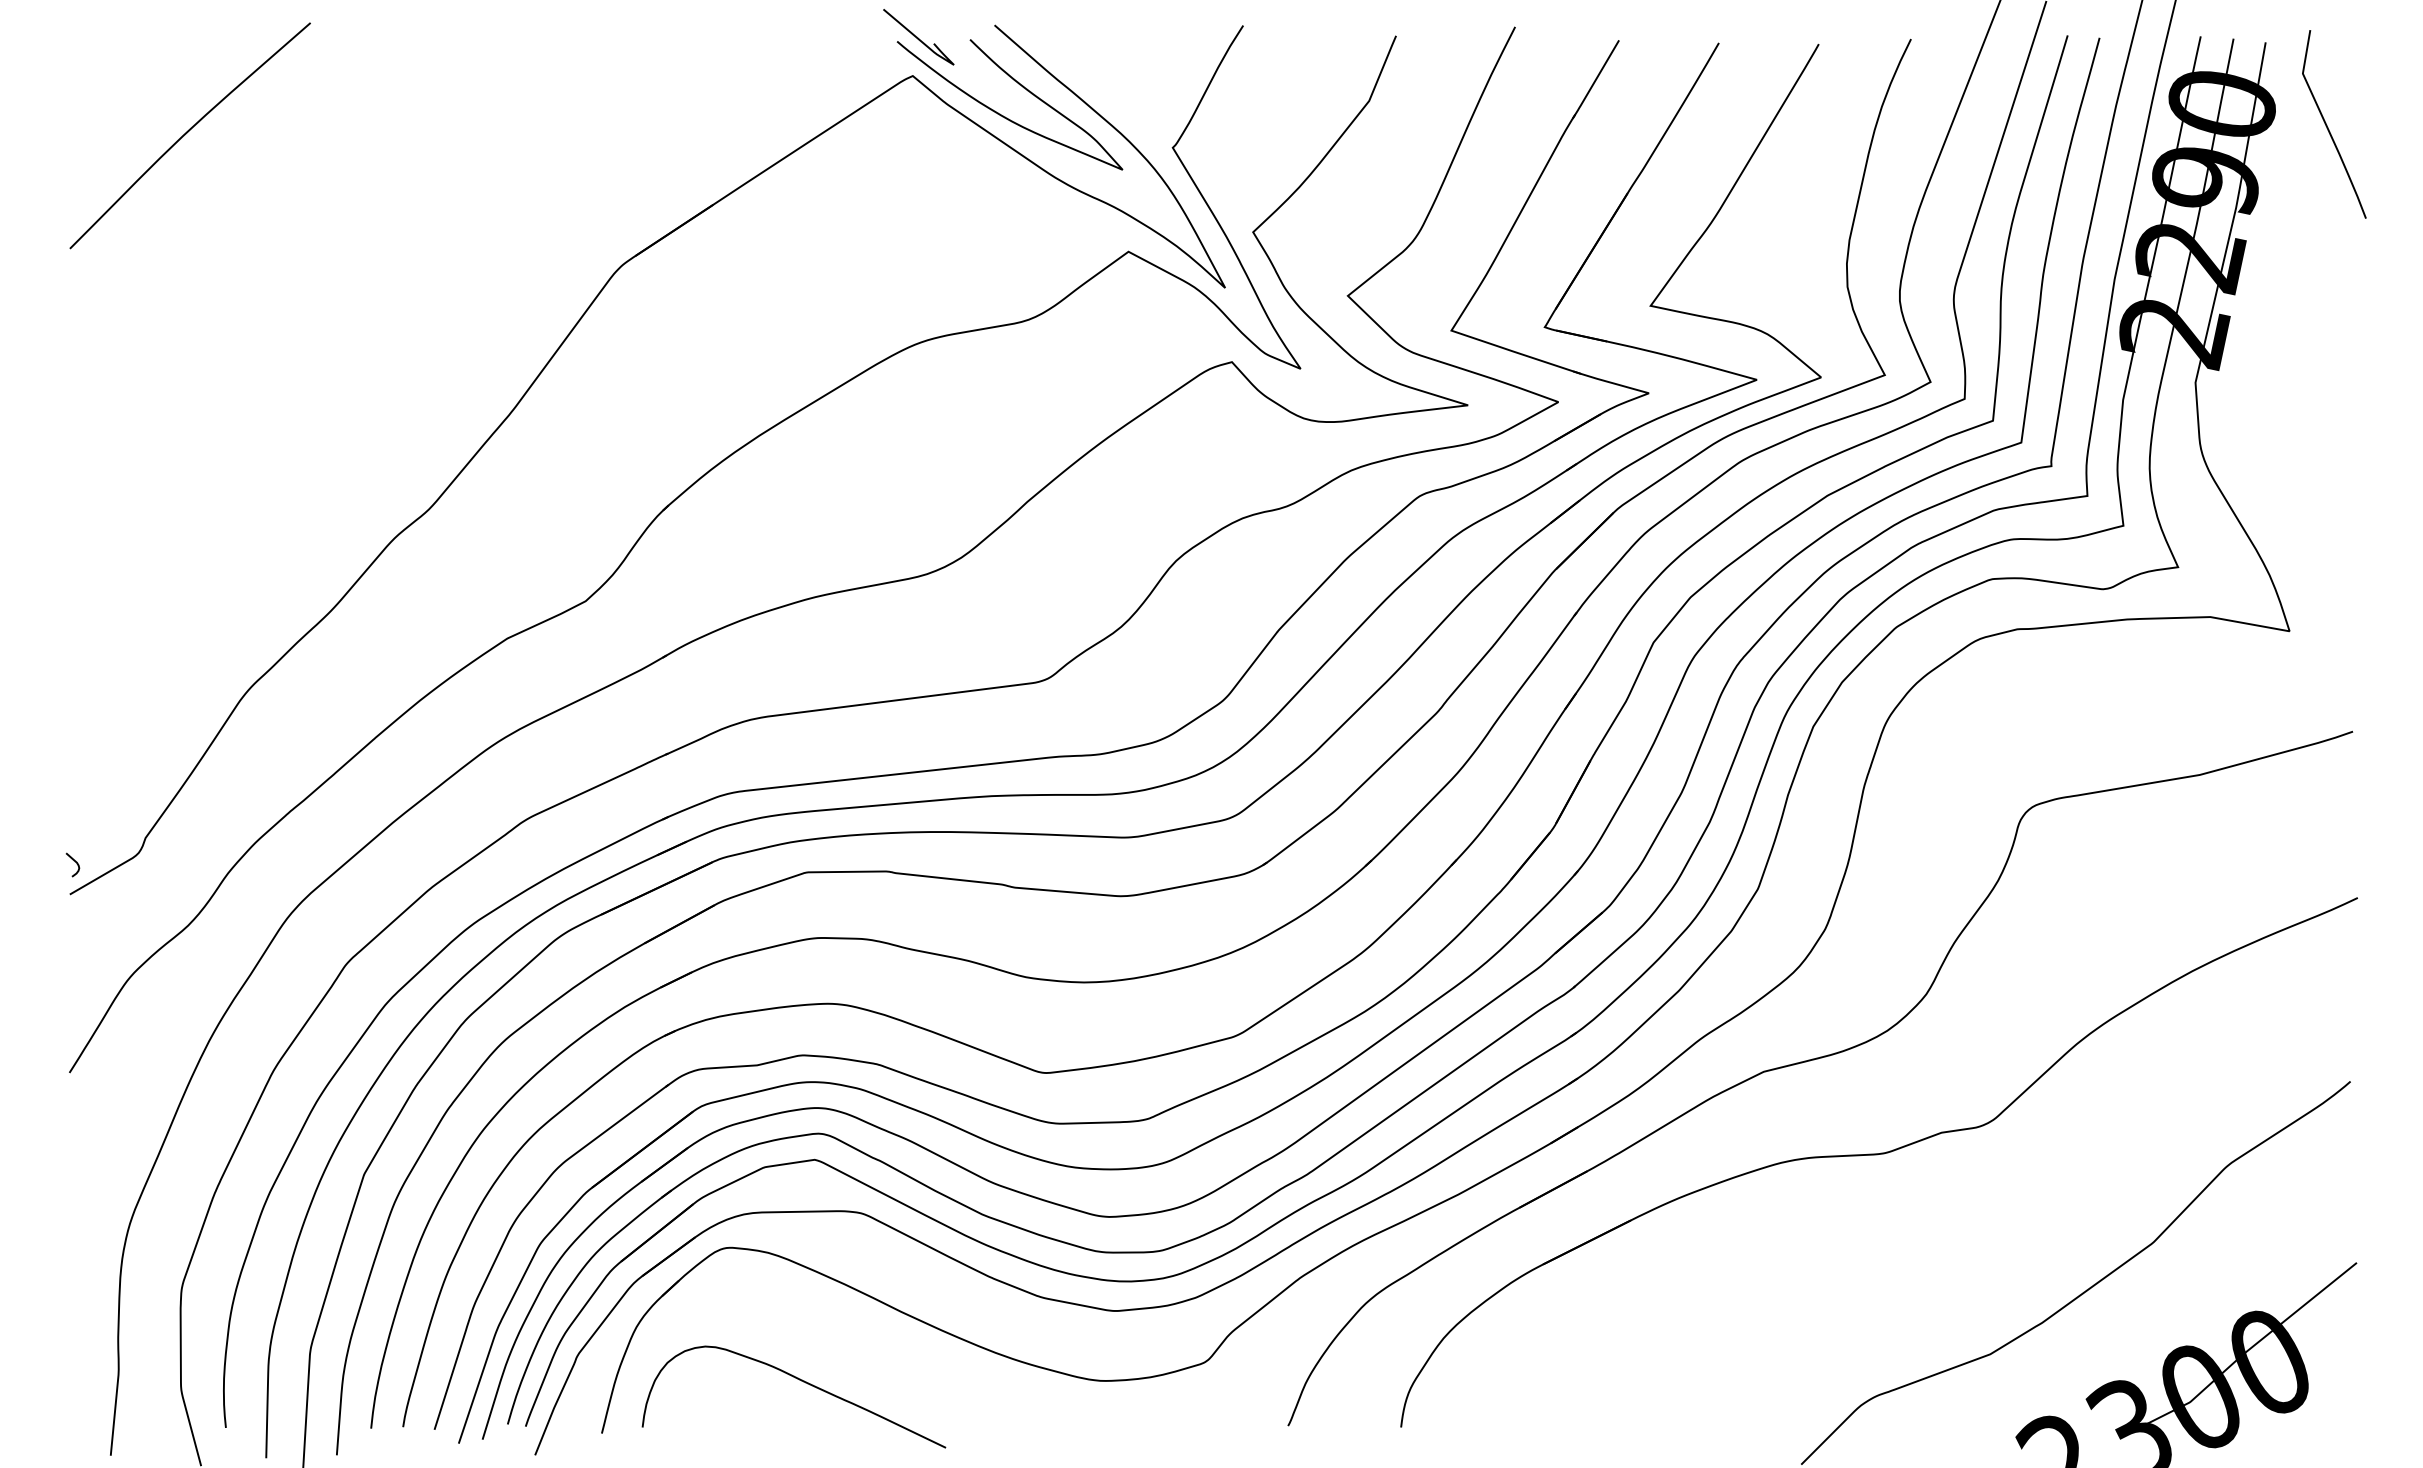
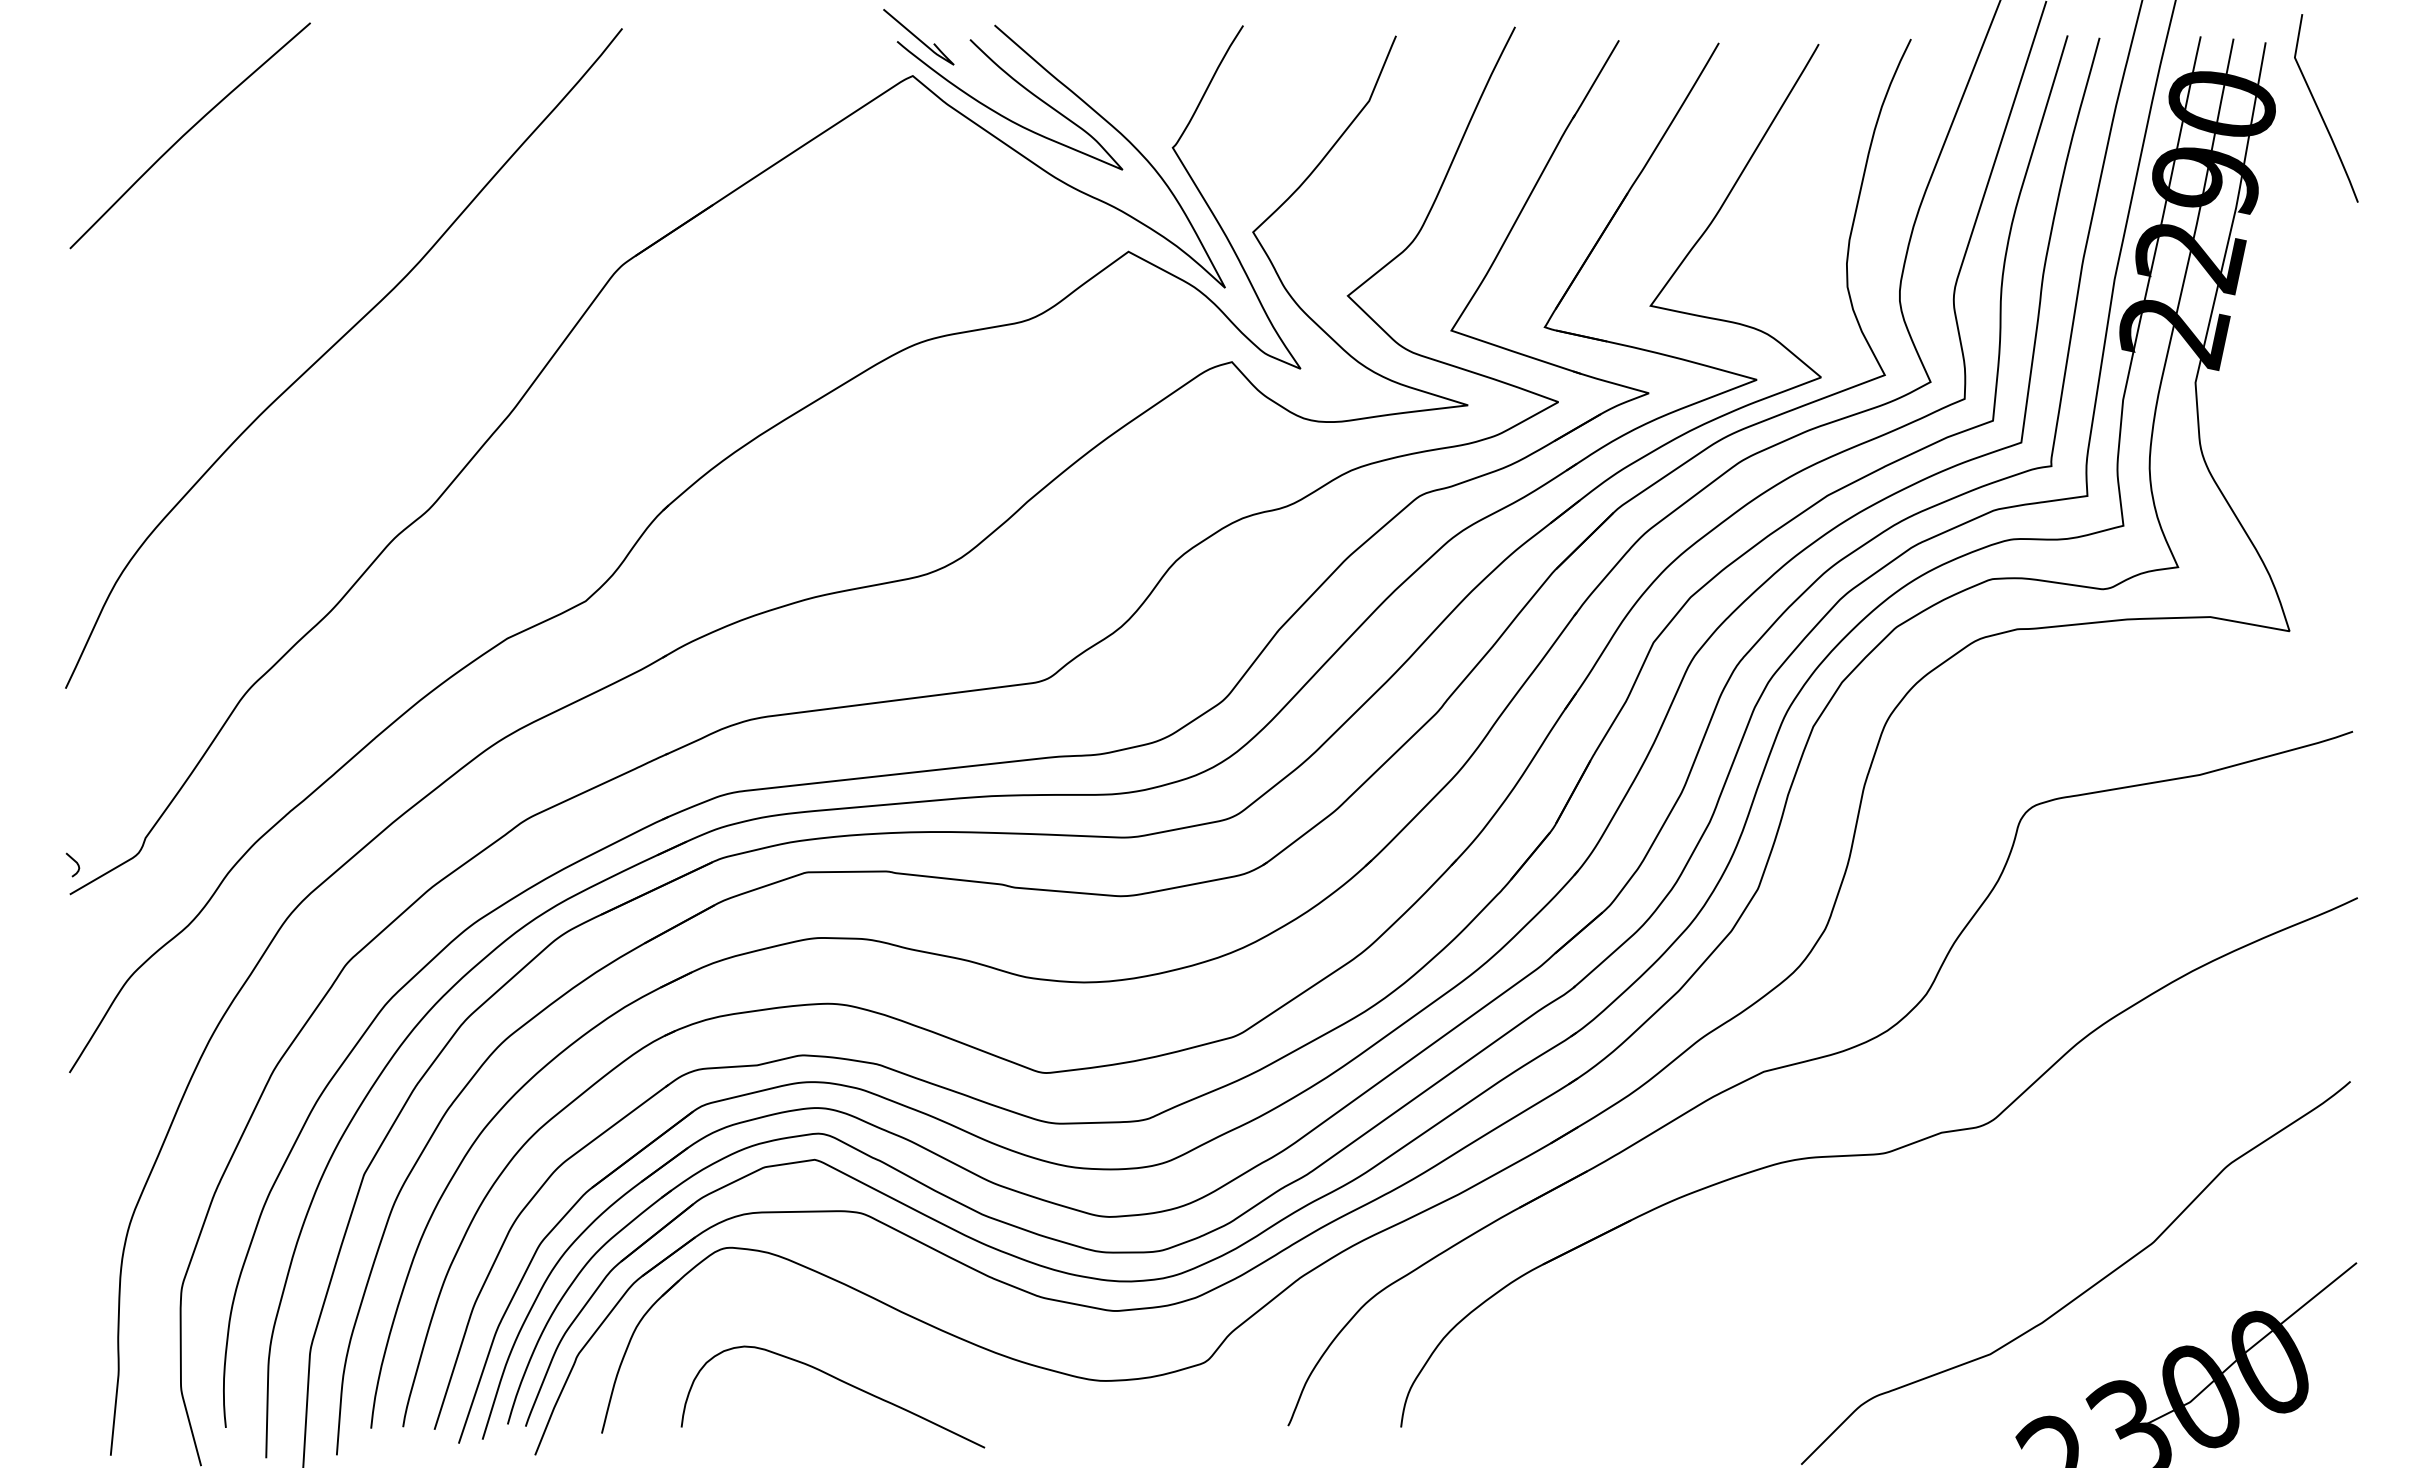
curve at (2328, 127) position: (2328, 127) -> (2320, 111)
curve at (333, 347): none -> present
curve at (801, 1381) position: (801, 1381) -> (840, 1381)
